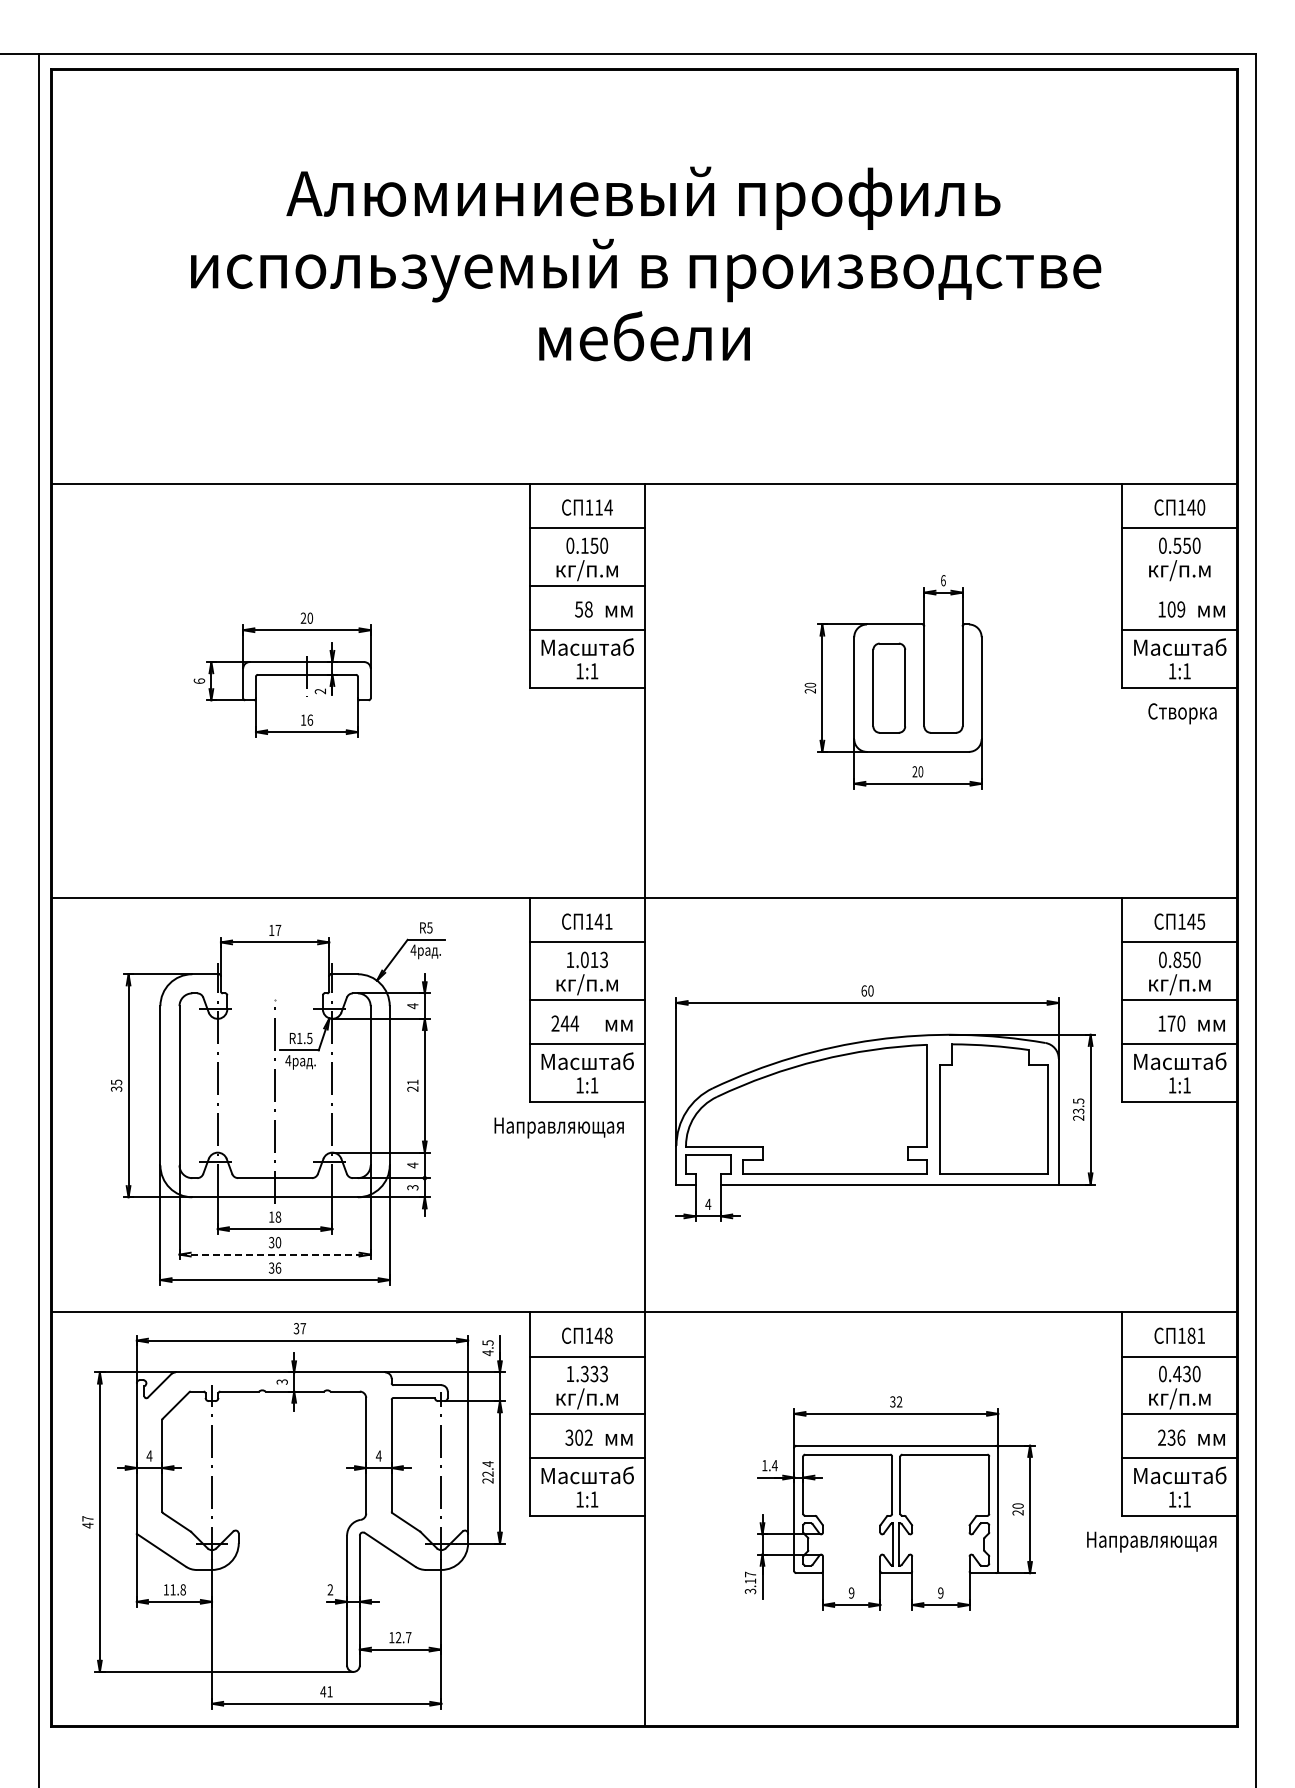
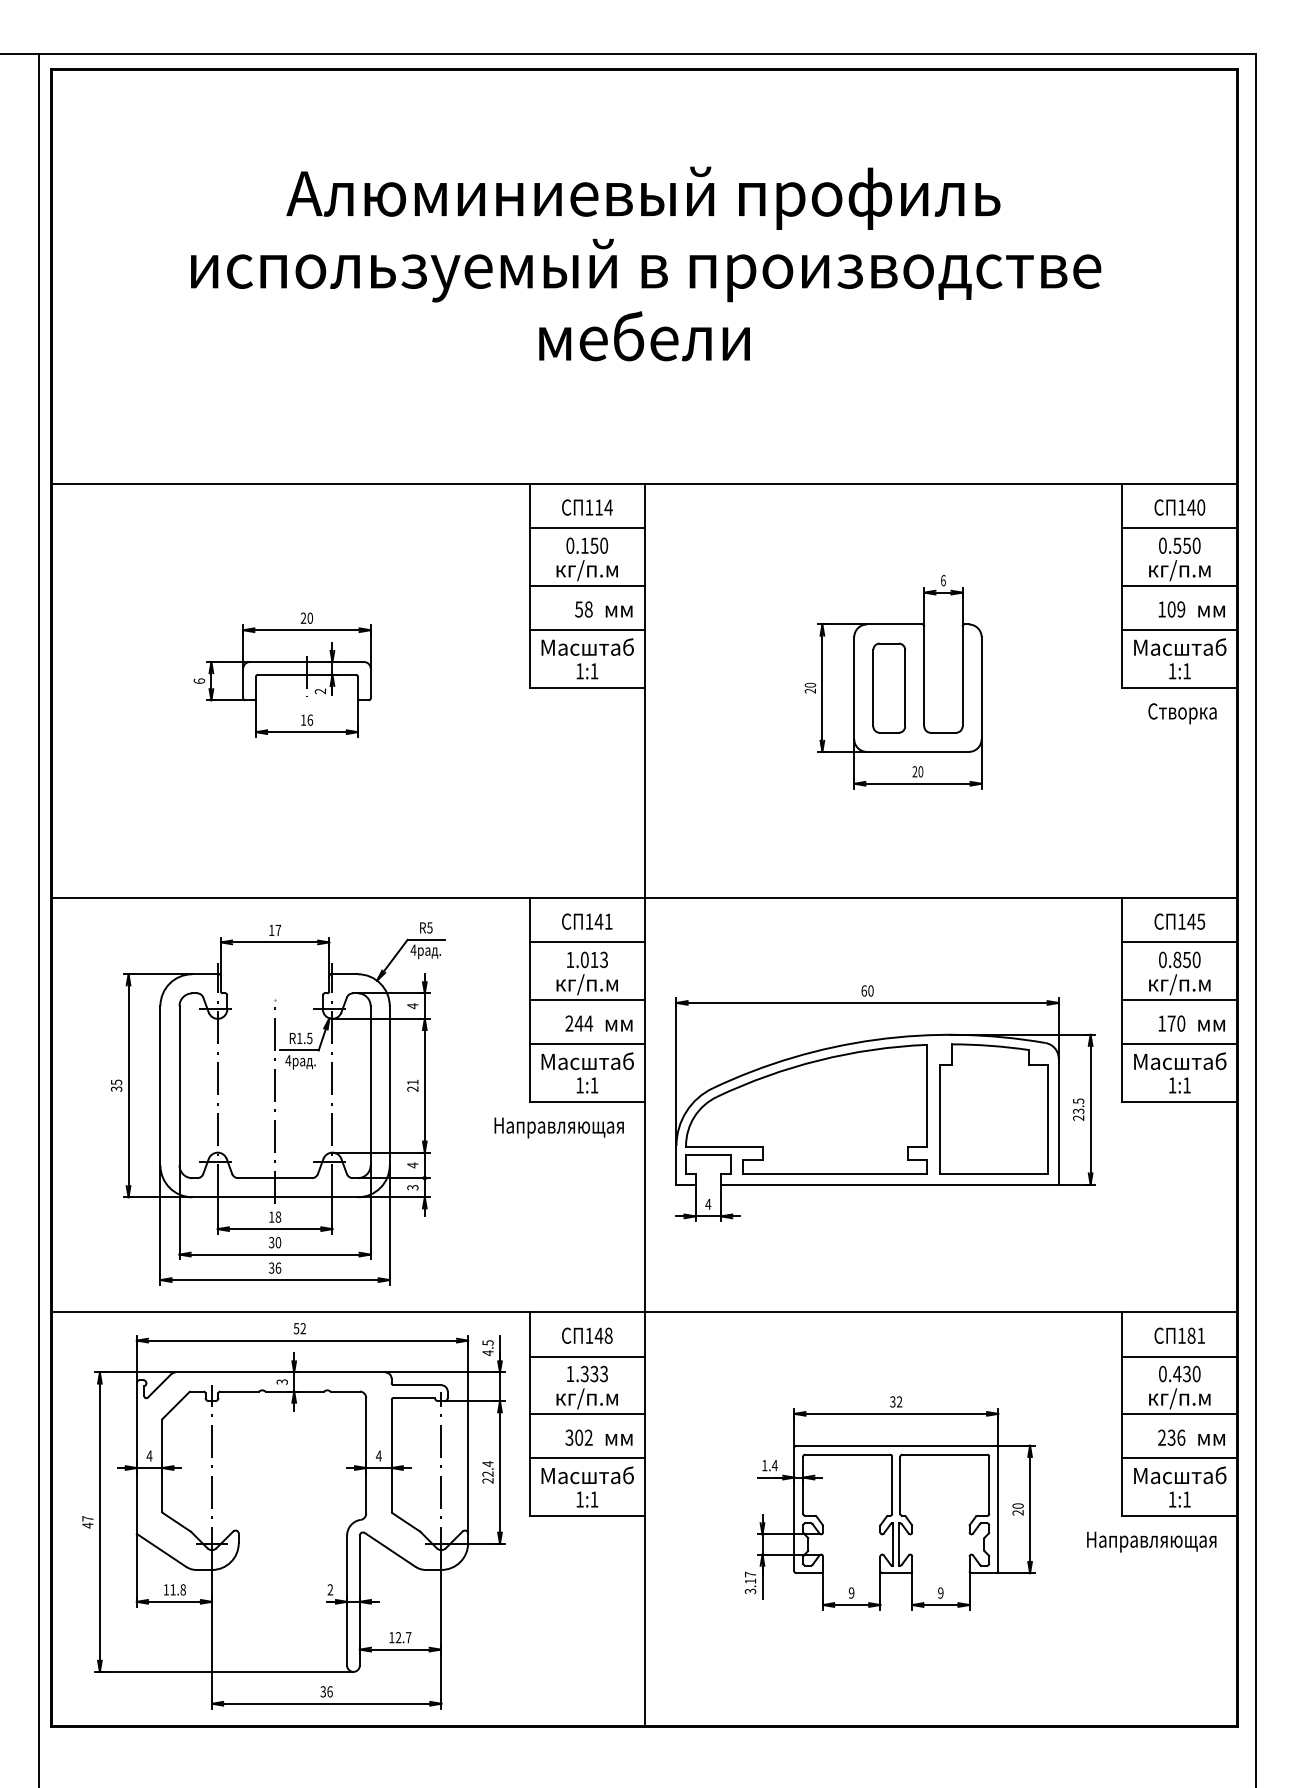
line at (1179, 585): none -> present
text at (565, 1023) position: (565, 1023) -> (579, 1023)
line at (275, 1254): dashed -> solid
text at (300, 1328): 37 -> 52
text at (326, 1691): 41 -> 36
